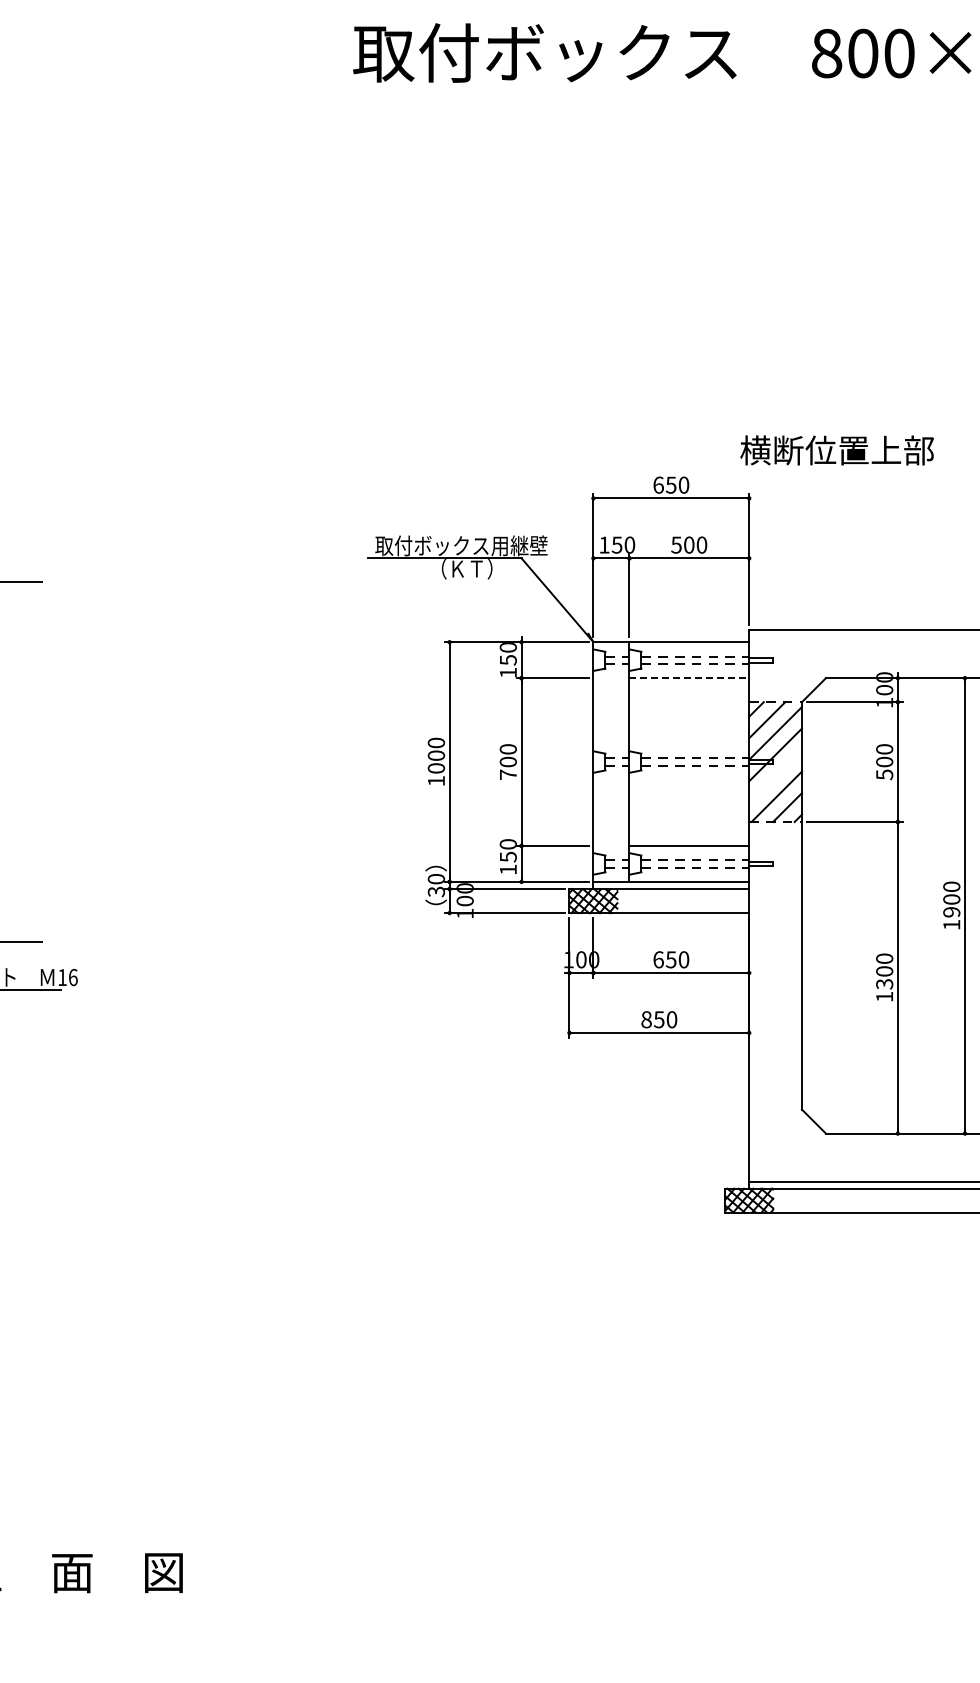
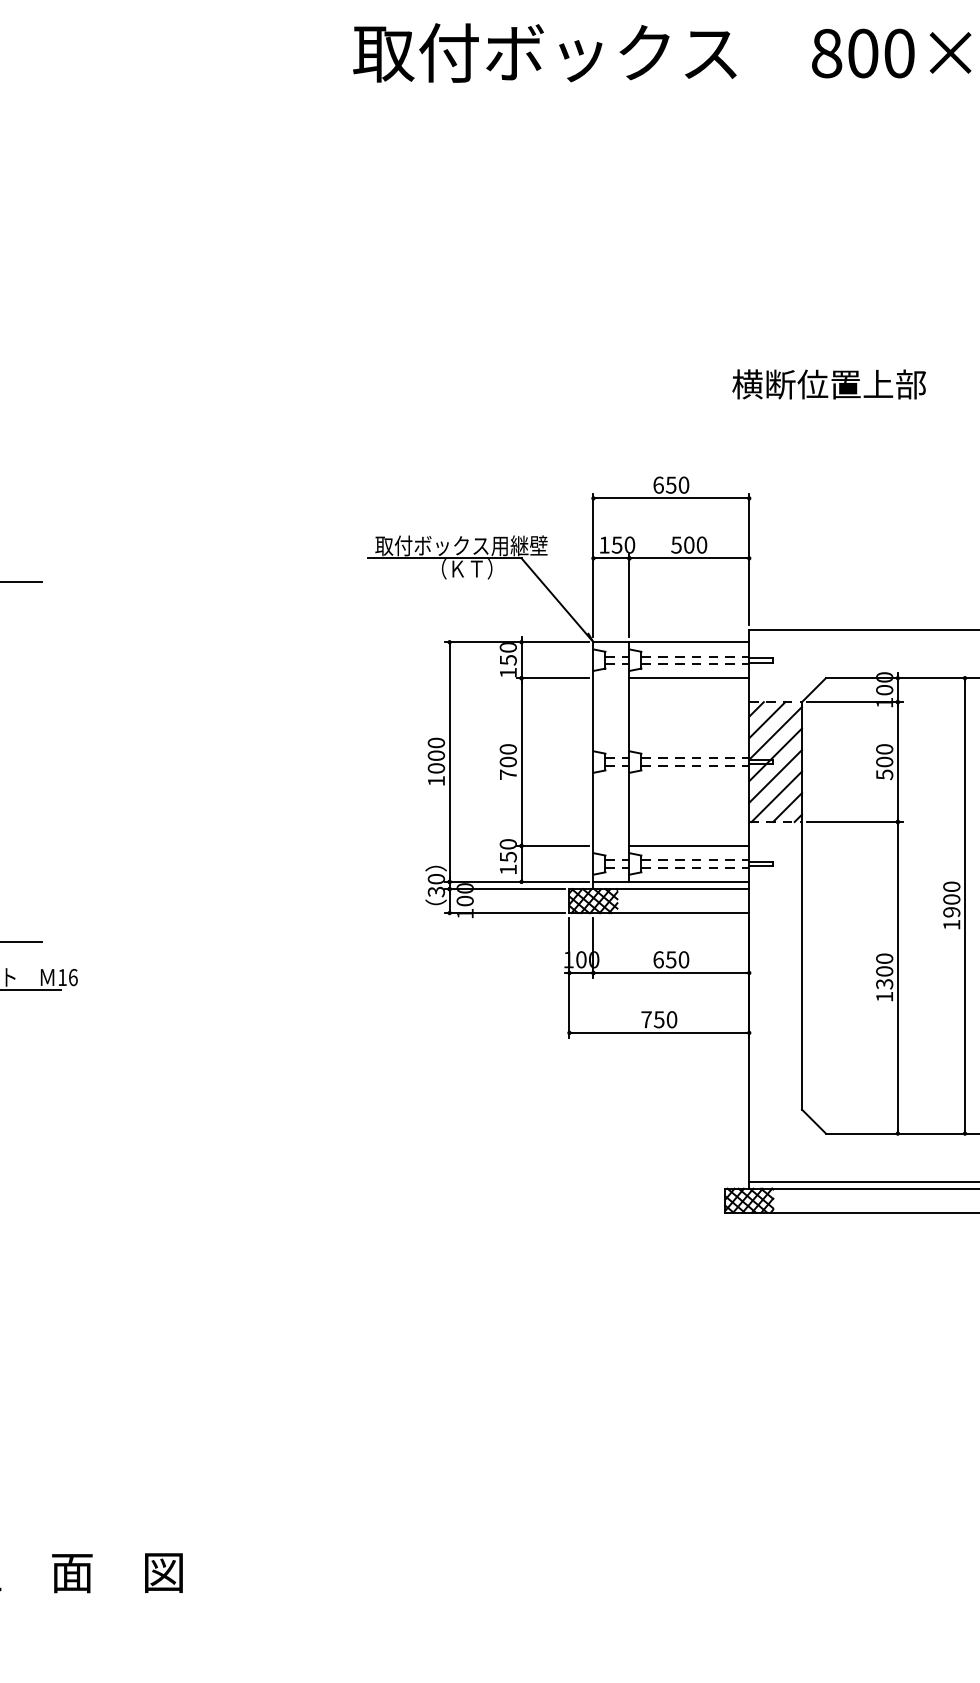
text at (836, 450) position: (836, 450) -> (828, 384)
line at (689, 678): dashed -> solid
line at (775, 776): none -> present
text at (646, 1019): 850 -> 750
